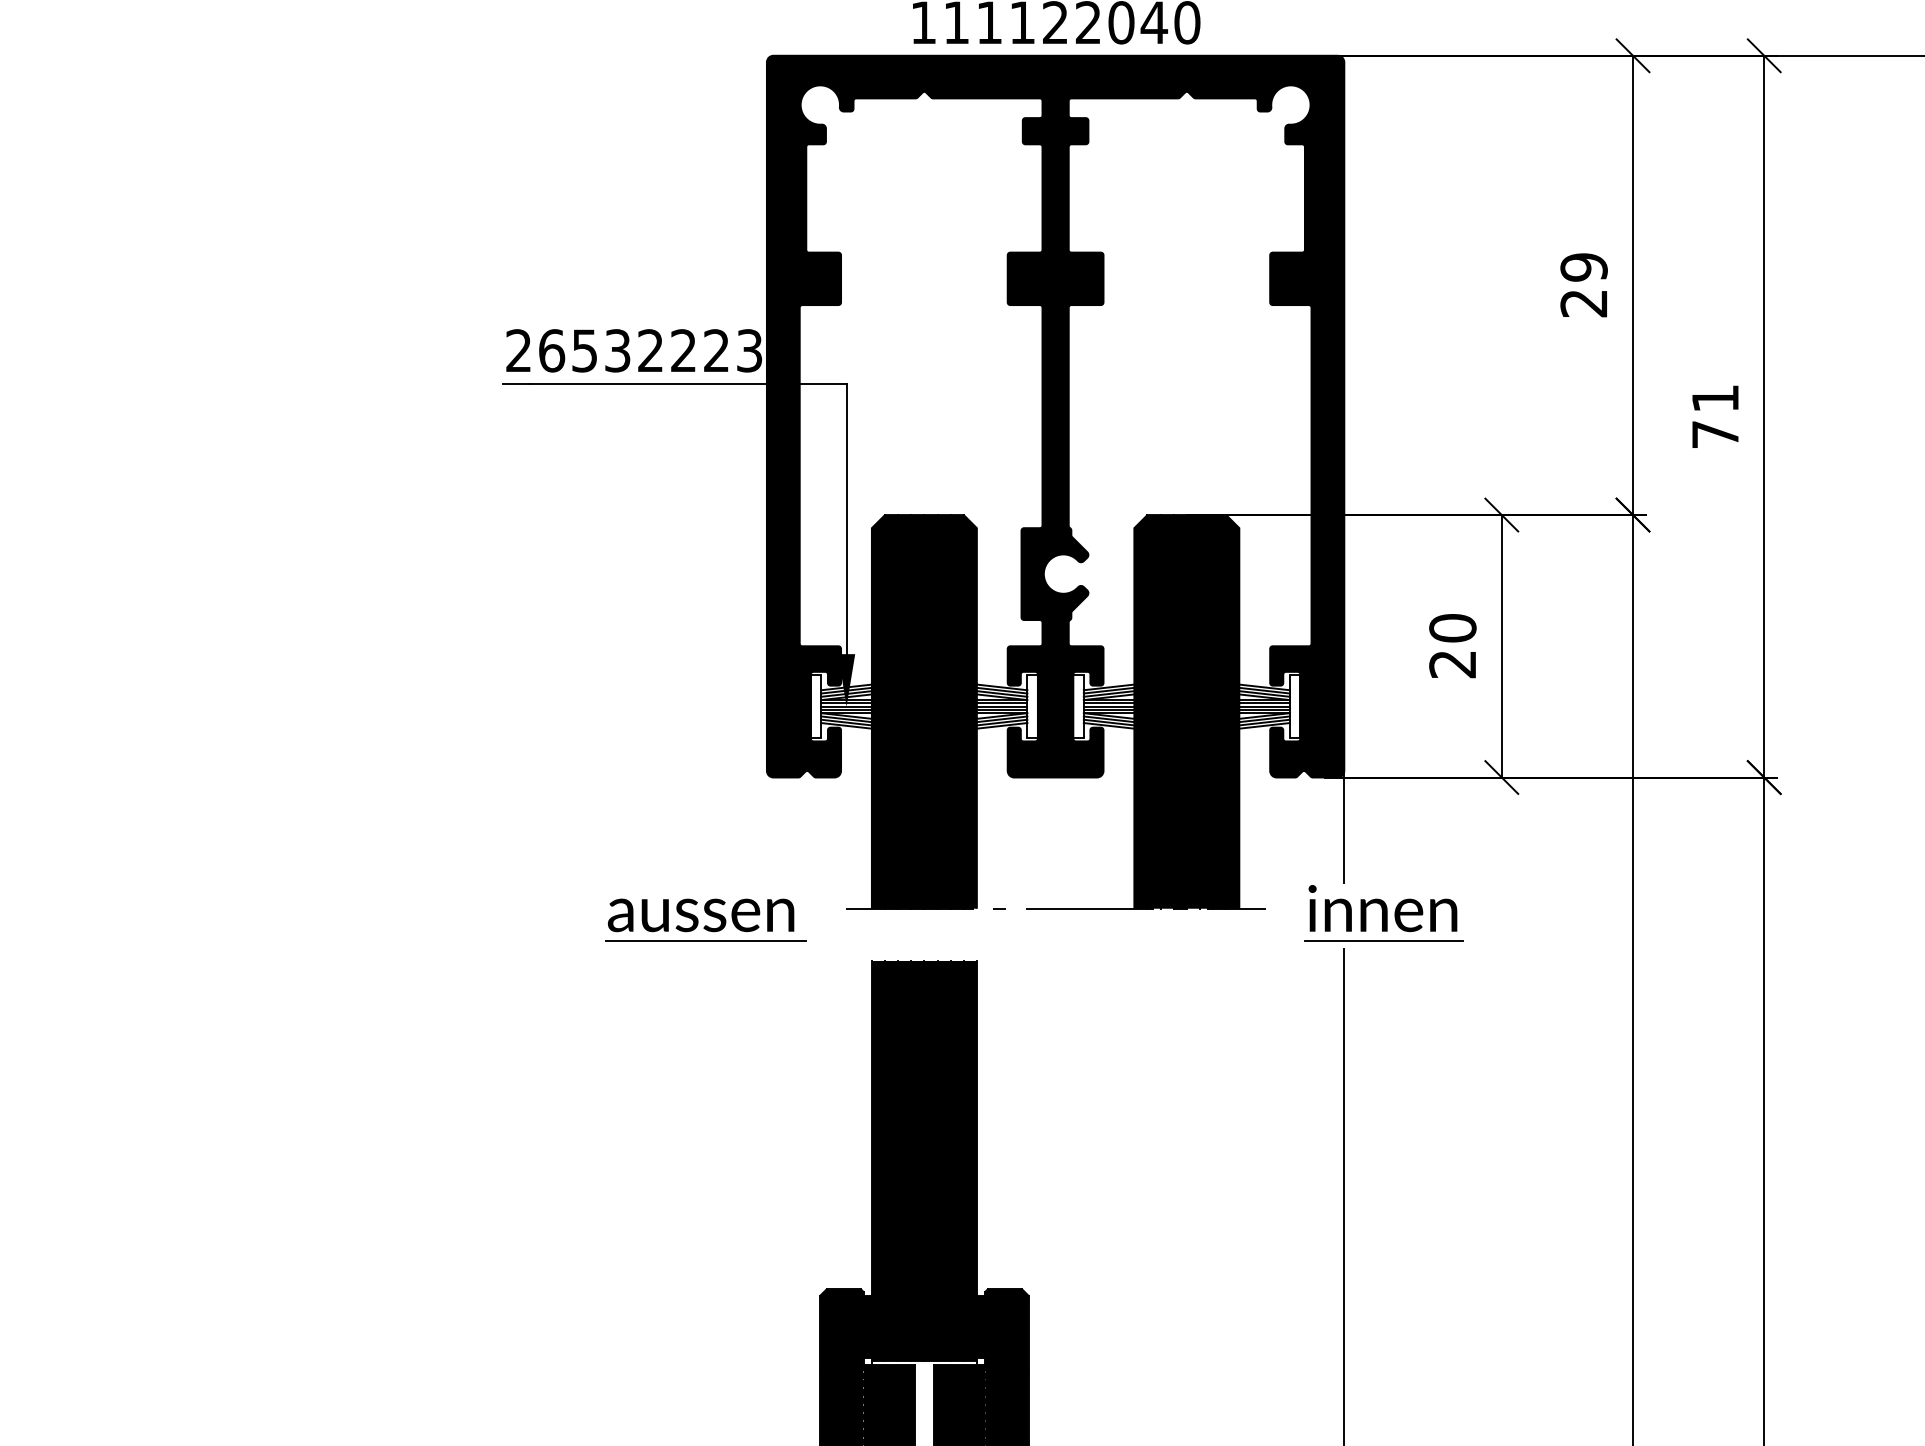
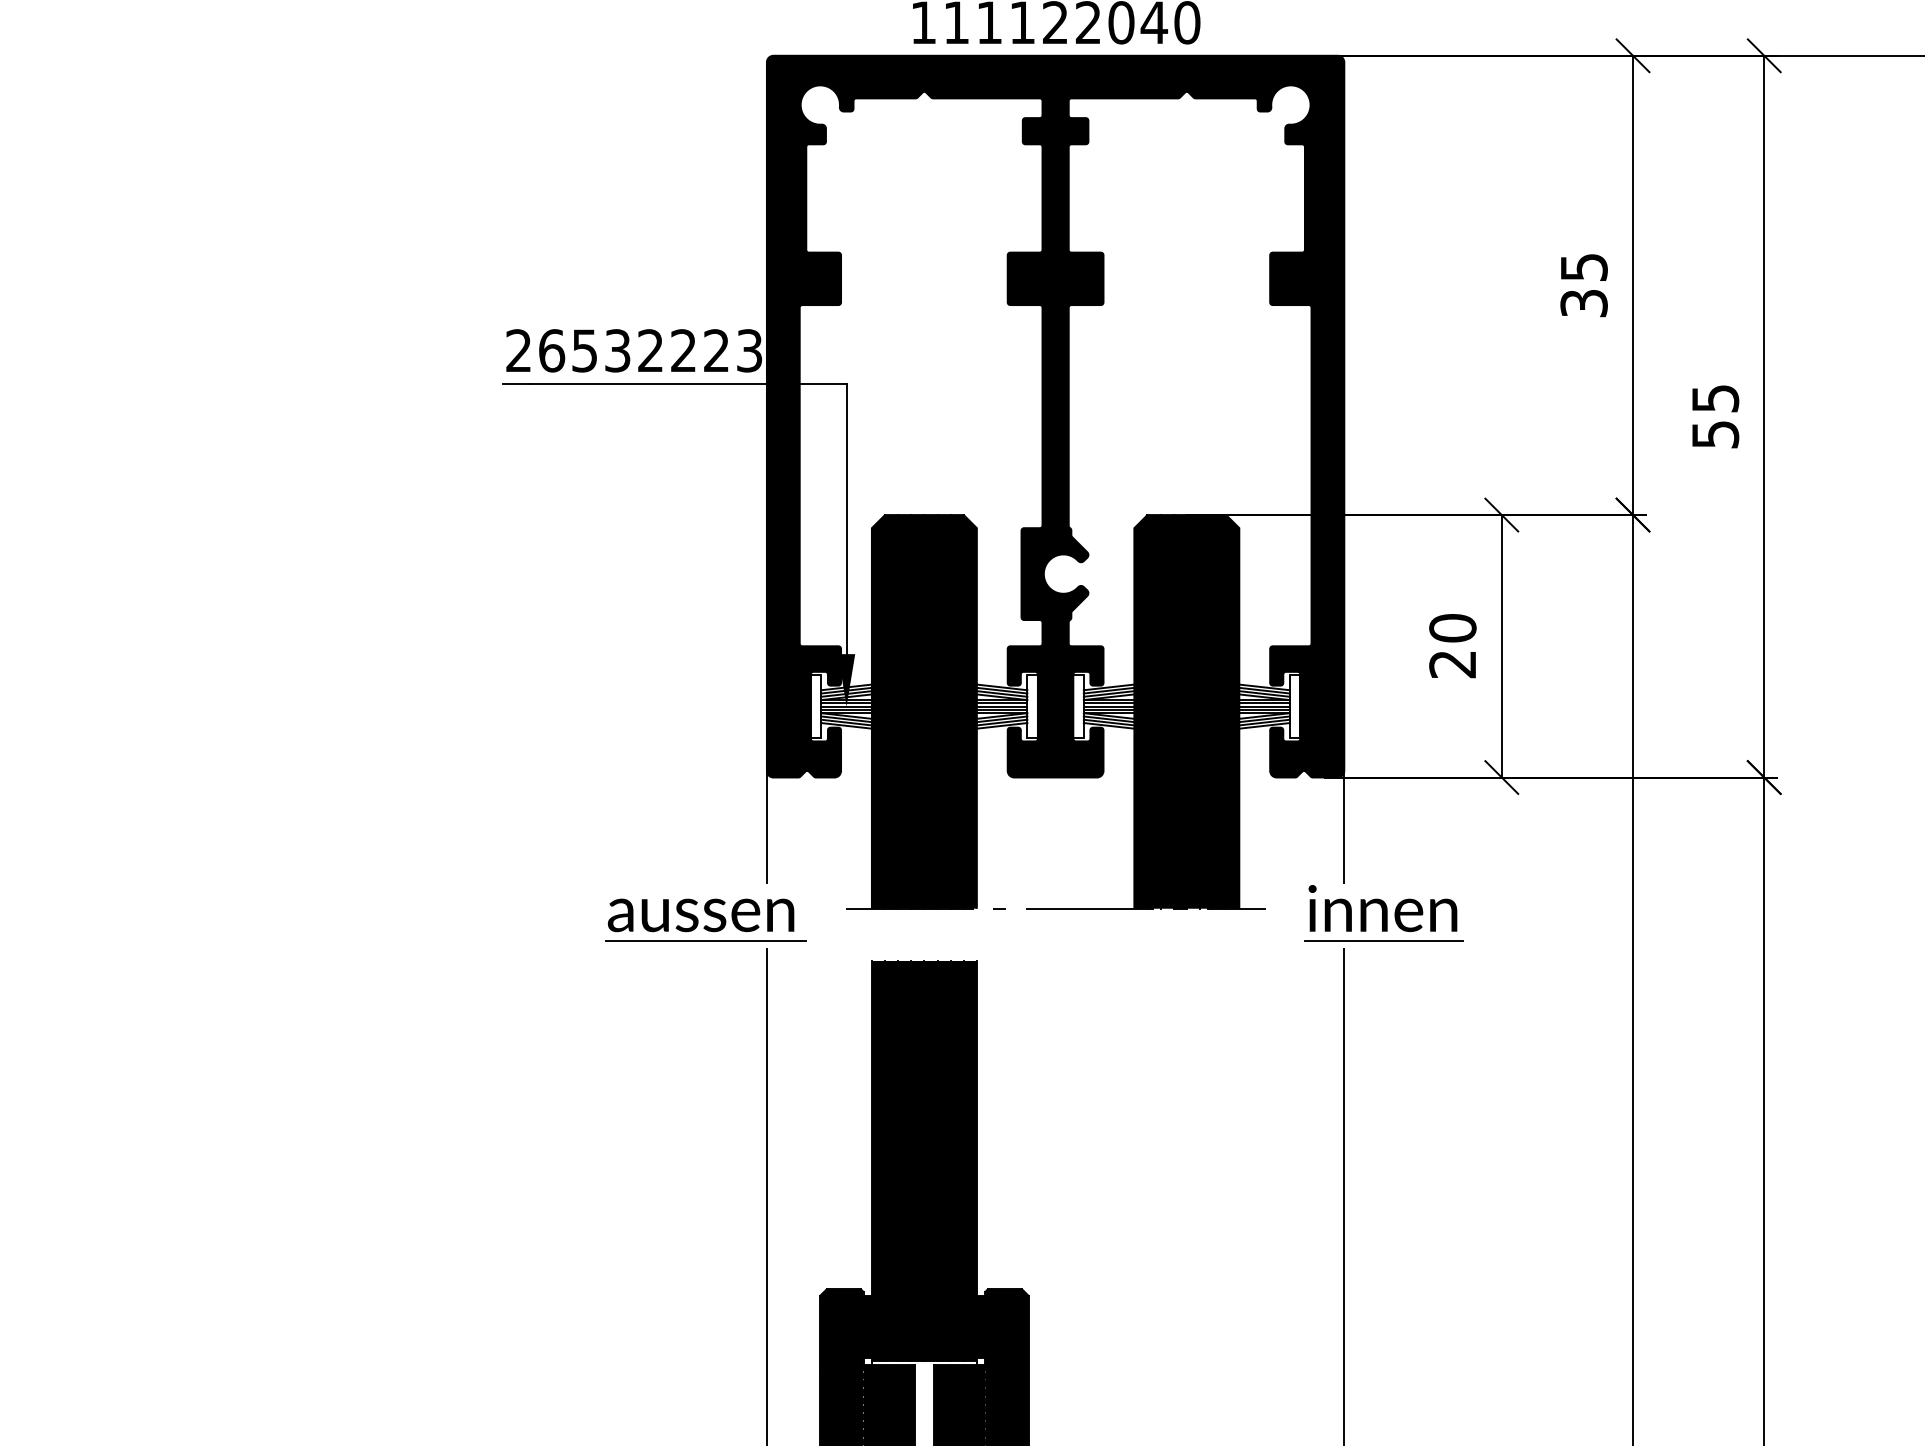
text at (1583, 285): 29 -> 35
text at (1715, 416): 71 -> 55
line at (766, 826): none -> present
line at (766, 1195): none -> present
